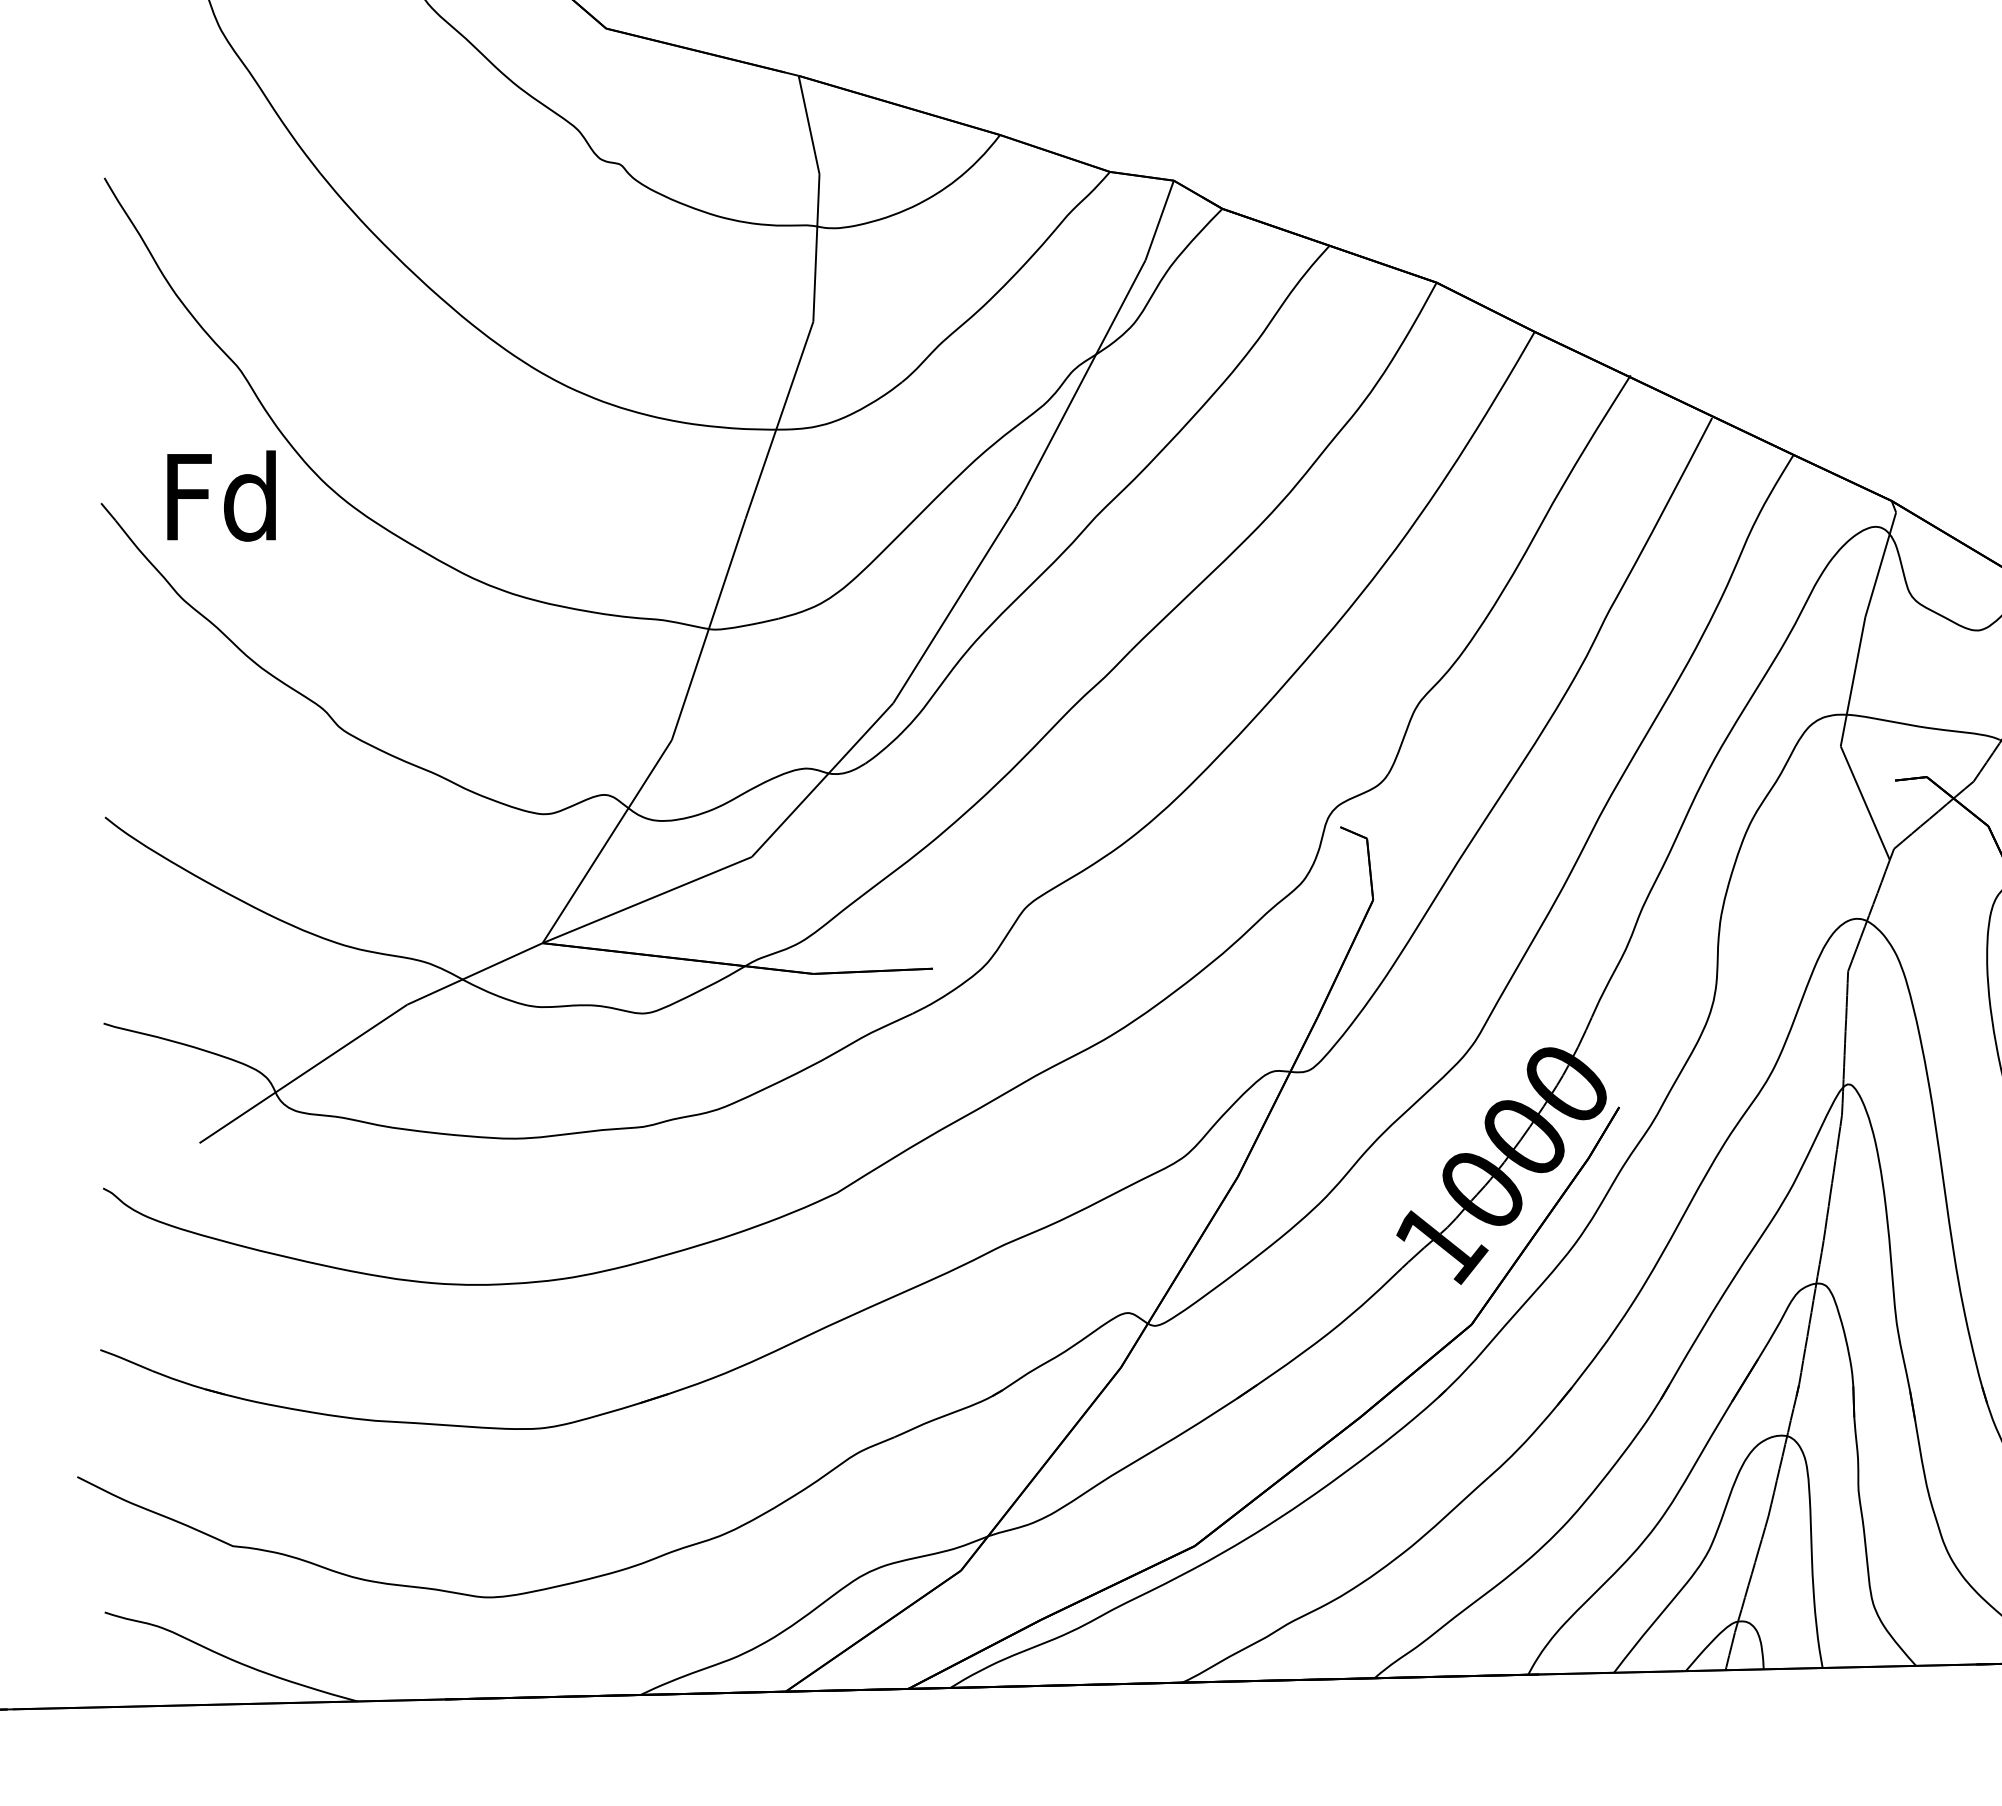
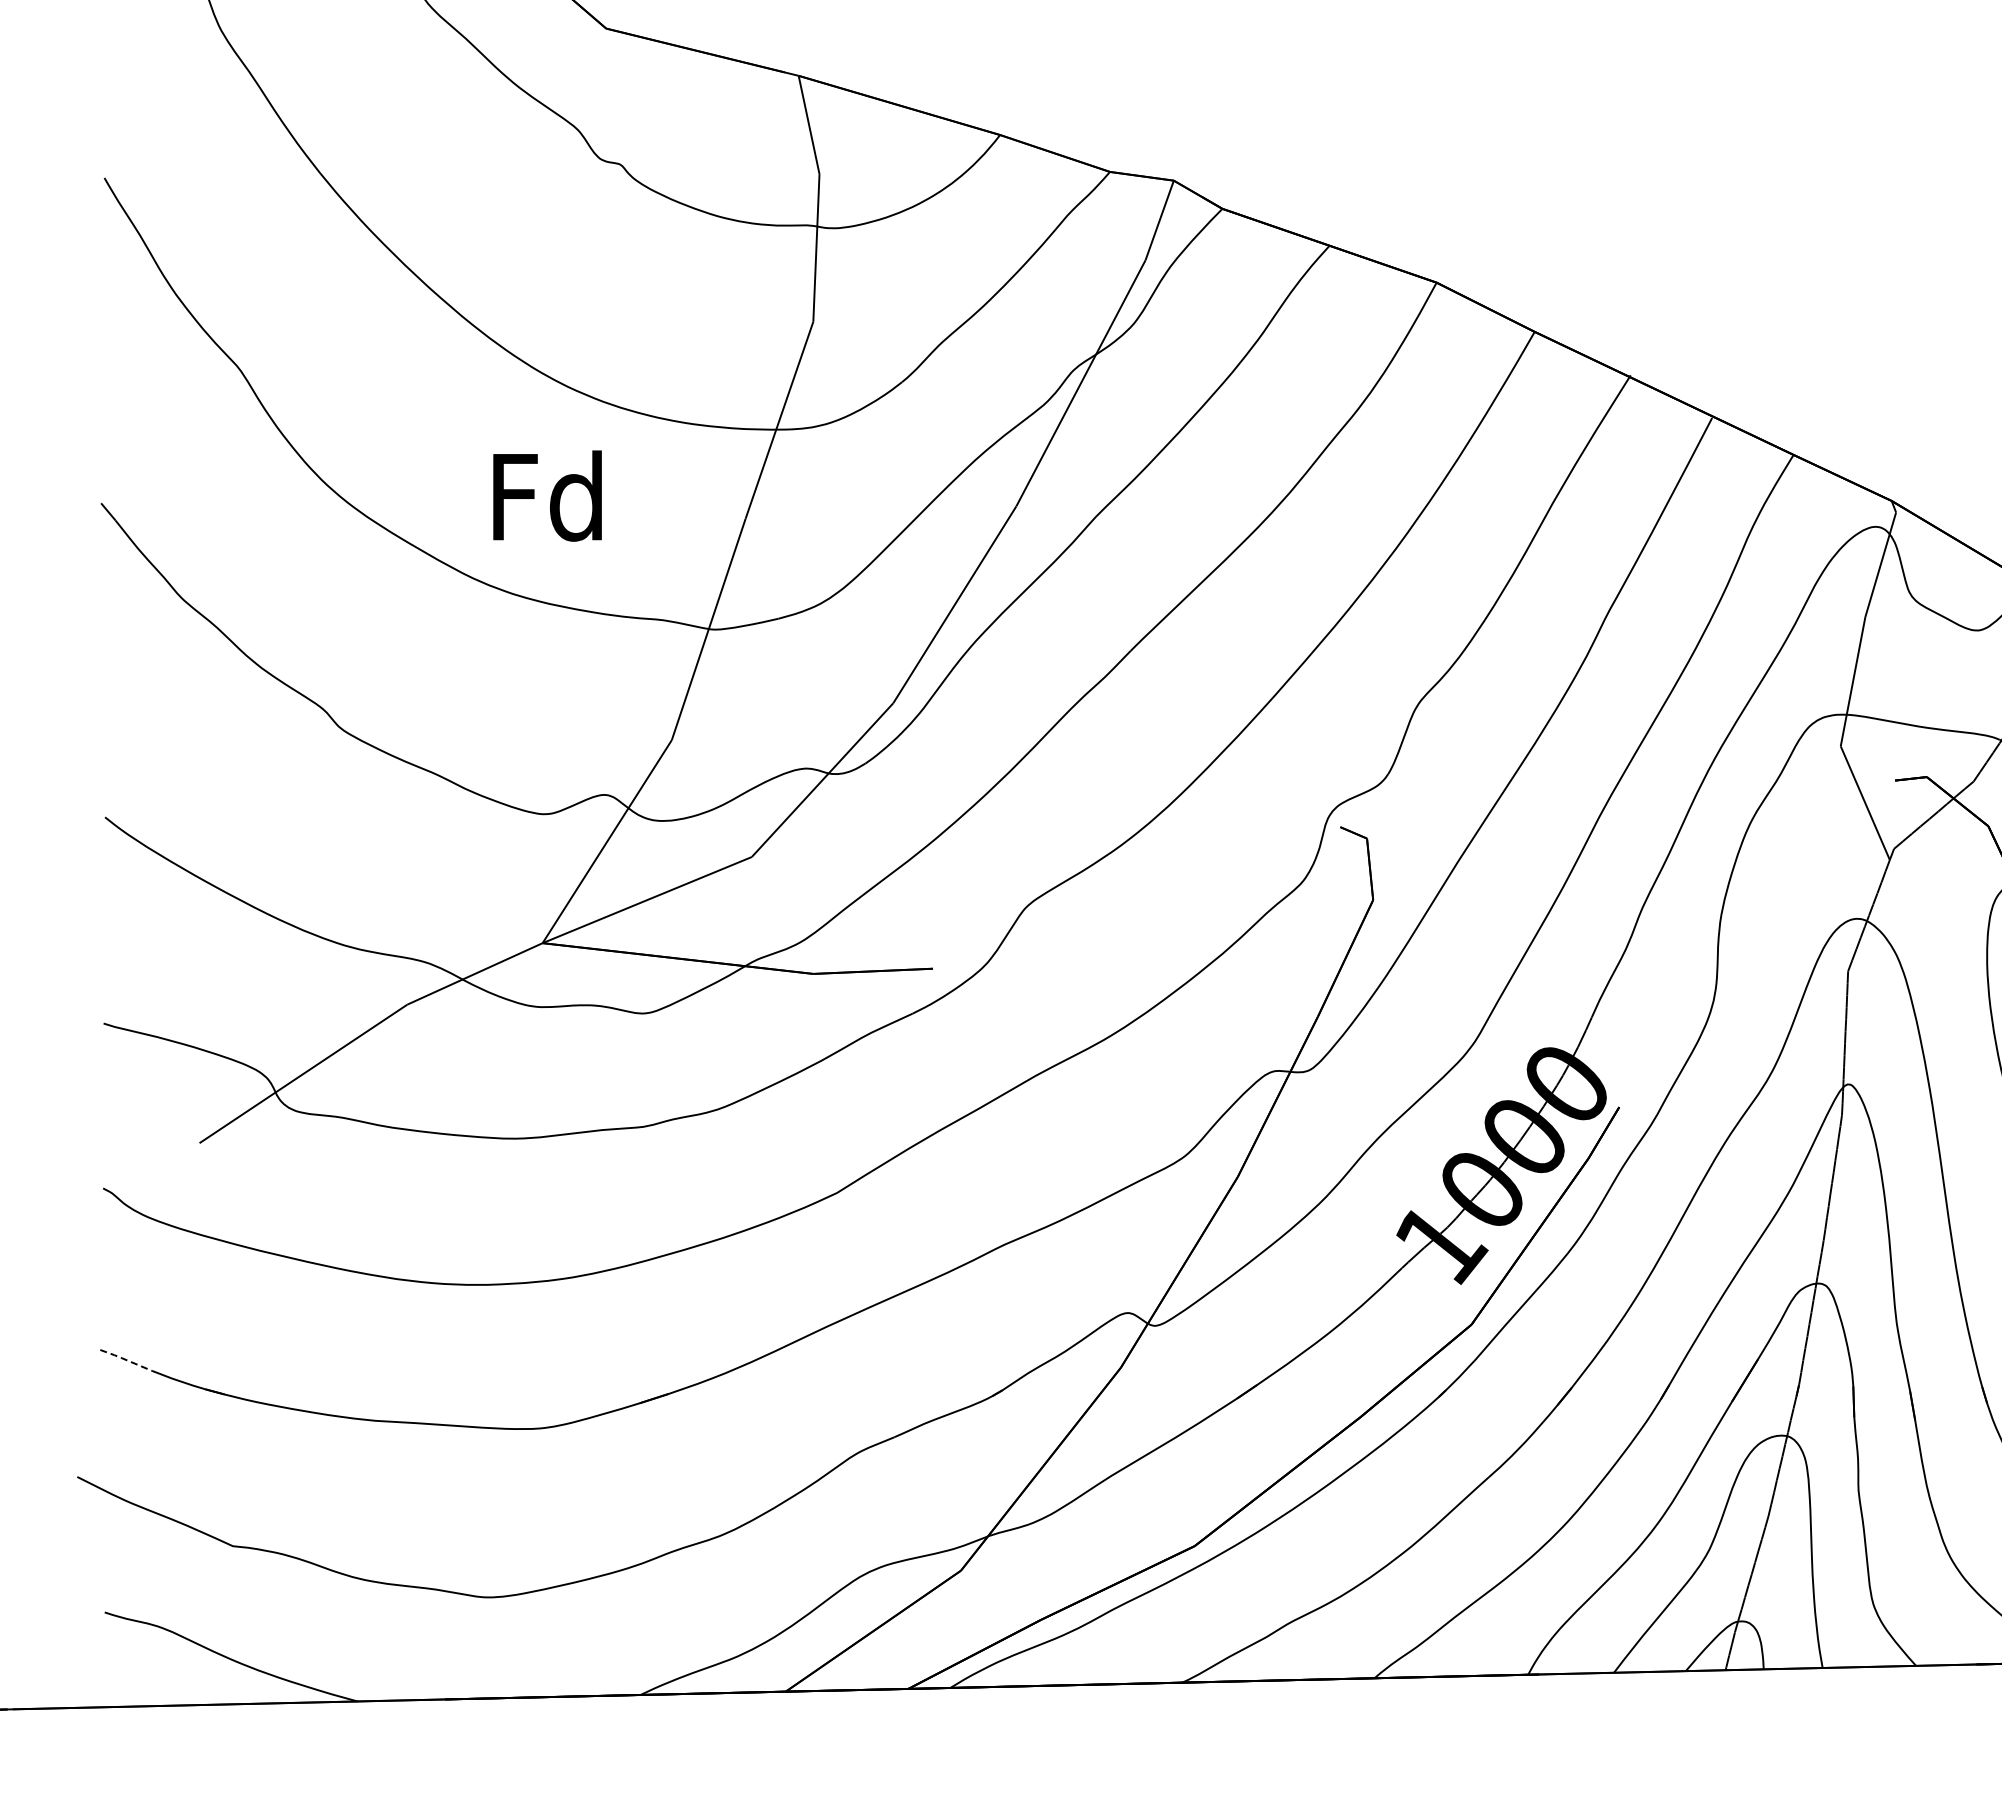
text at (221, 495) position: (221, 495) -> (547, 495)
line at (125, 1359): solid -> dashed
